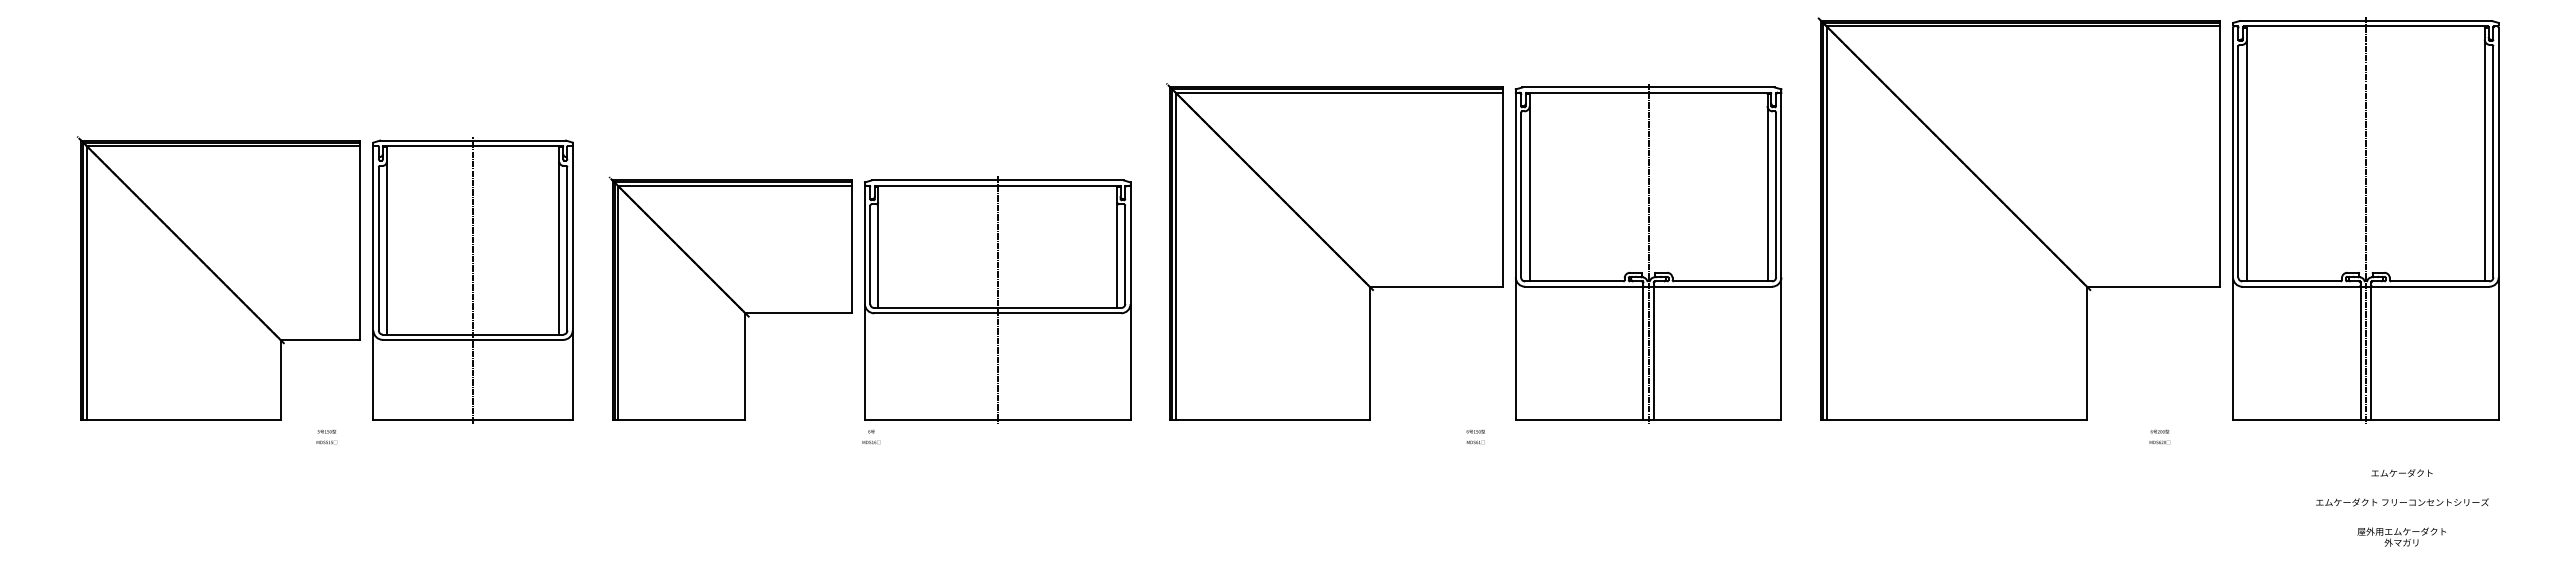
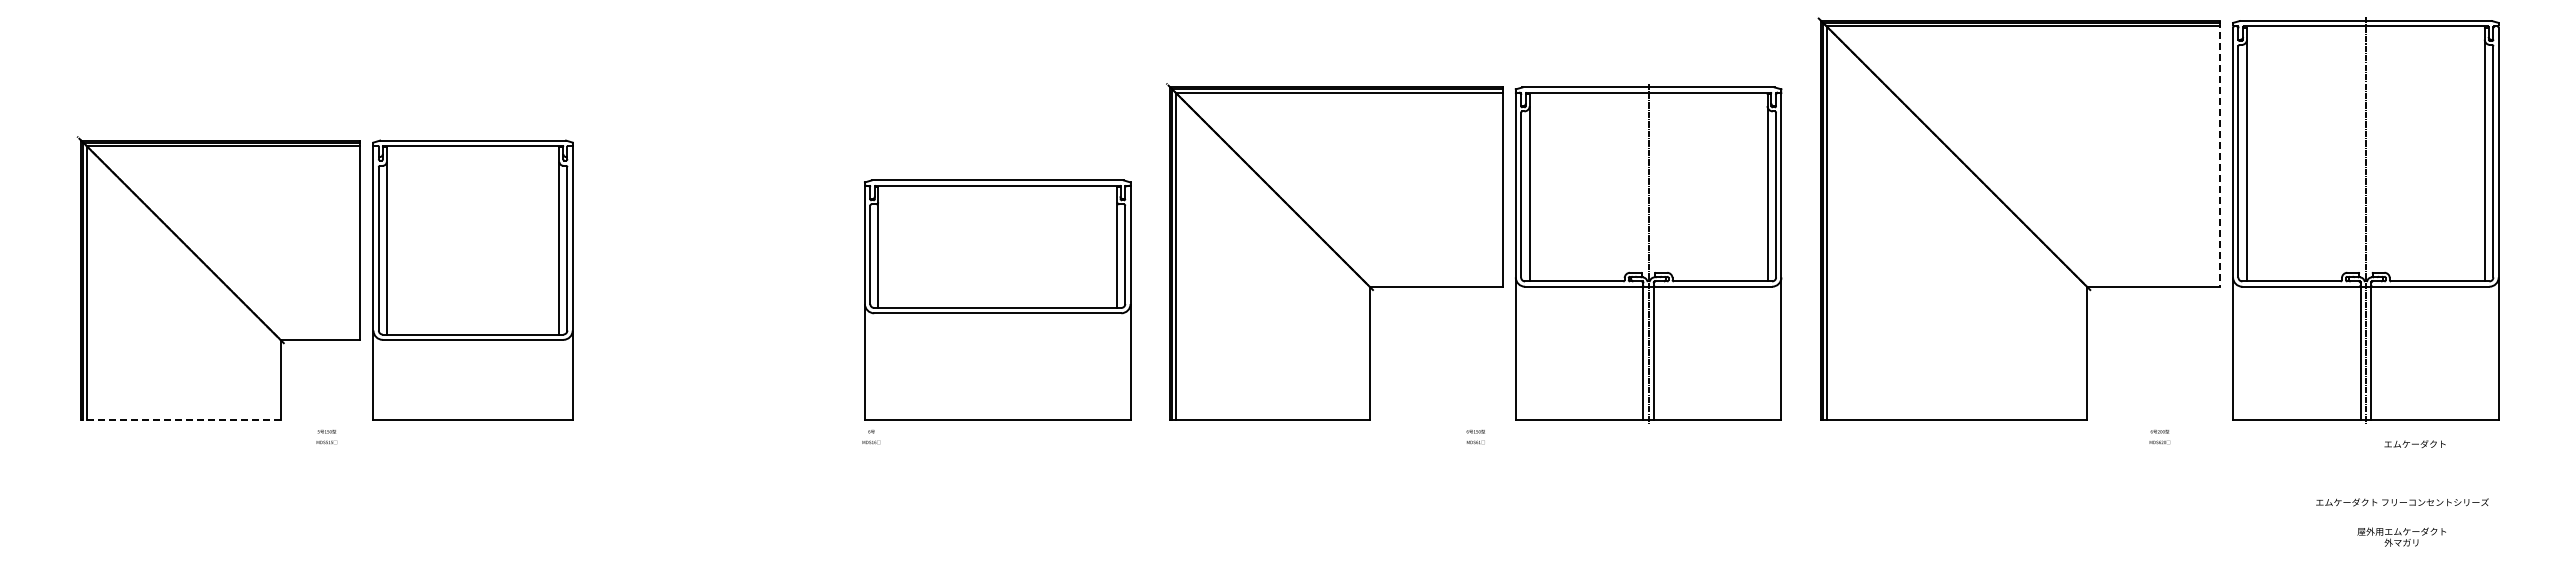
line at (2219, 153): solid -> dashed
line at (473, 279): present -> none
part at (730, 298): present -> none
line at (997, 299): present -> none
line at (180, 419): solid -> dashed
text at (2401, 472) position: (2401, 472) -> (2414, 443)
